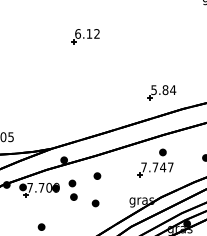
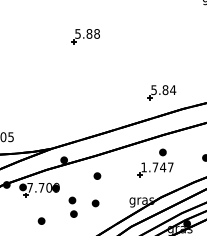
text at (87, 33): 6.12 -> 5.88
text at (143, 167): 7.747 -> 1.747
part at (72, 189) position: (72, 189) -> (72, 206)
part at (41, 226) position: (41, 226) -> (41, 220)
